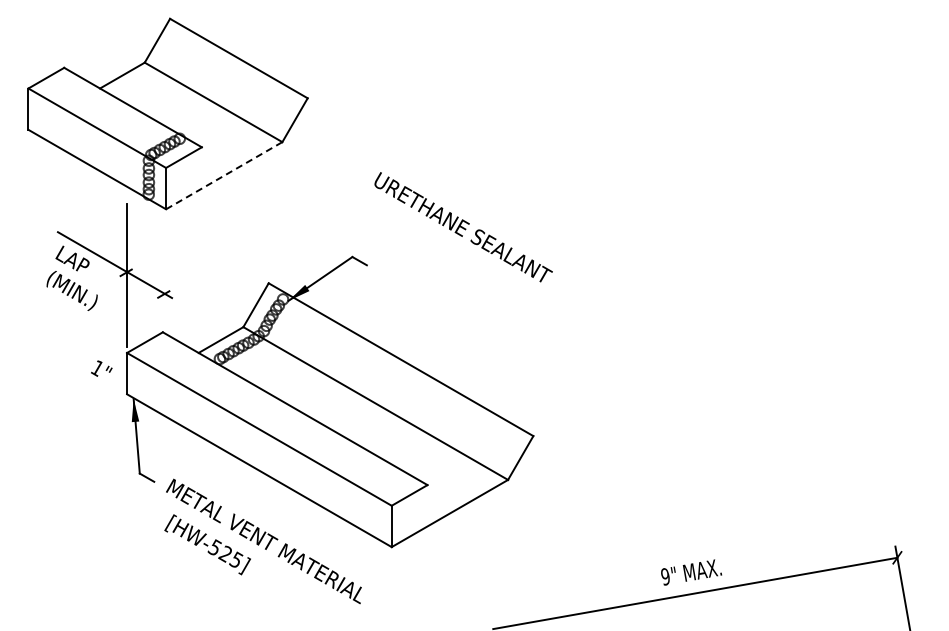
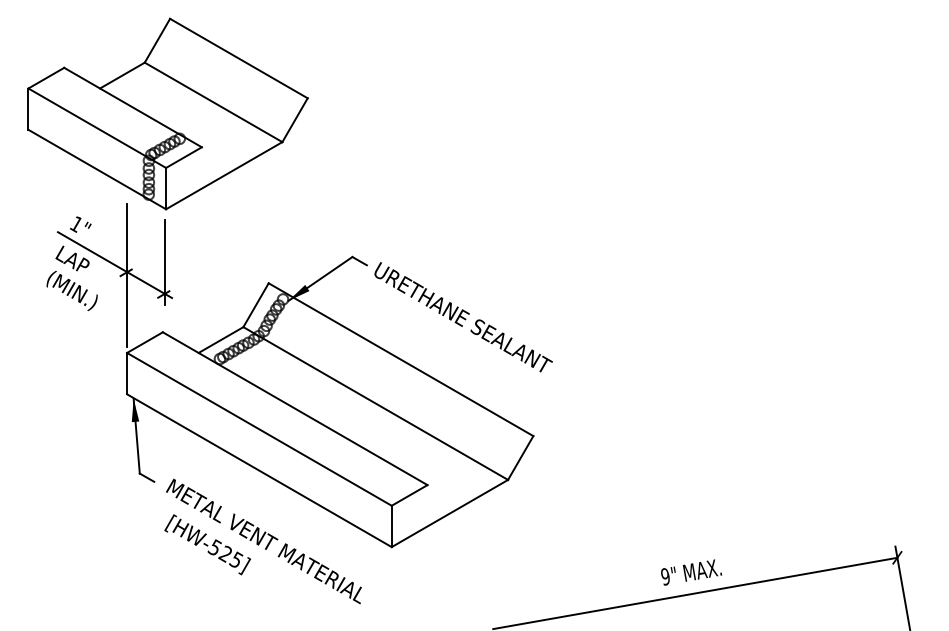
line at (224, 175): dashed -> solid
text at (463, 227) position: (463, 227) -> (463, 317)
line at (164, 262): none -> present
text at (101, 368) position: (101, 368) -> (80, 224)
